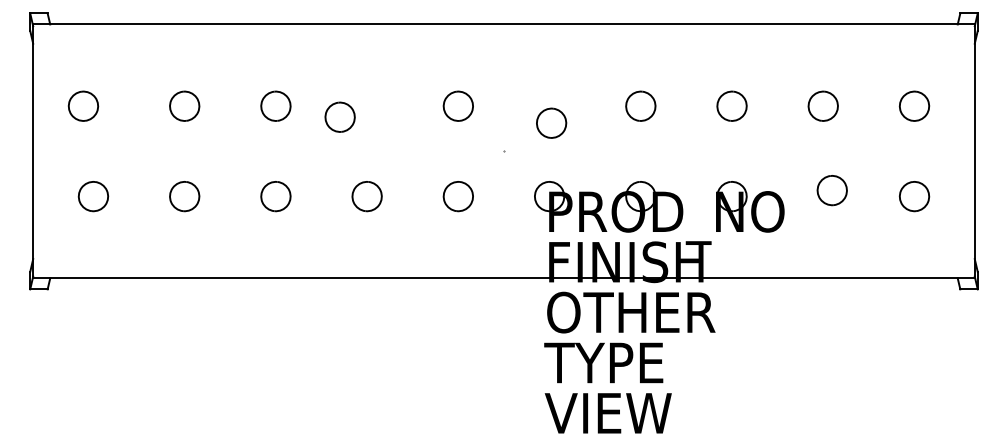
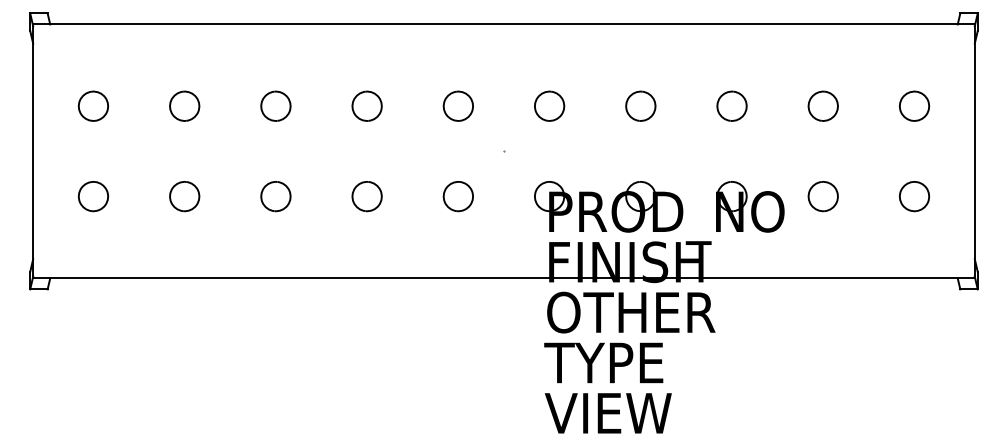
part at (83, 105) position: (83, 105) -> (93, 105)
part at (339, 116) position: (339, 116) -> (366, 105)
part at (551, 122) position: (551, 122) -> (549, 105)
part at (831, 190) position: (831, 190) -> (822, 196)
